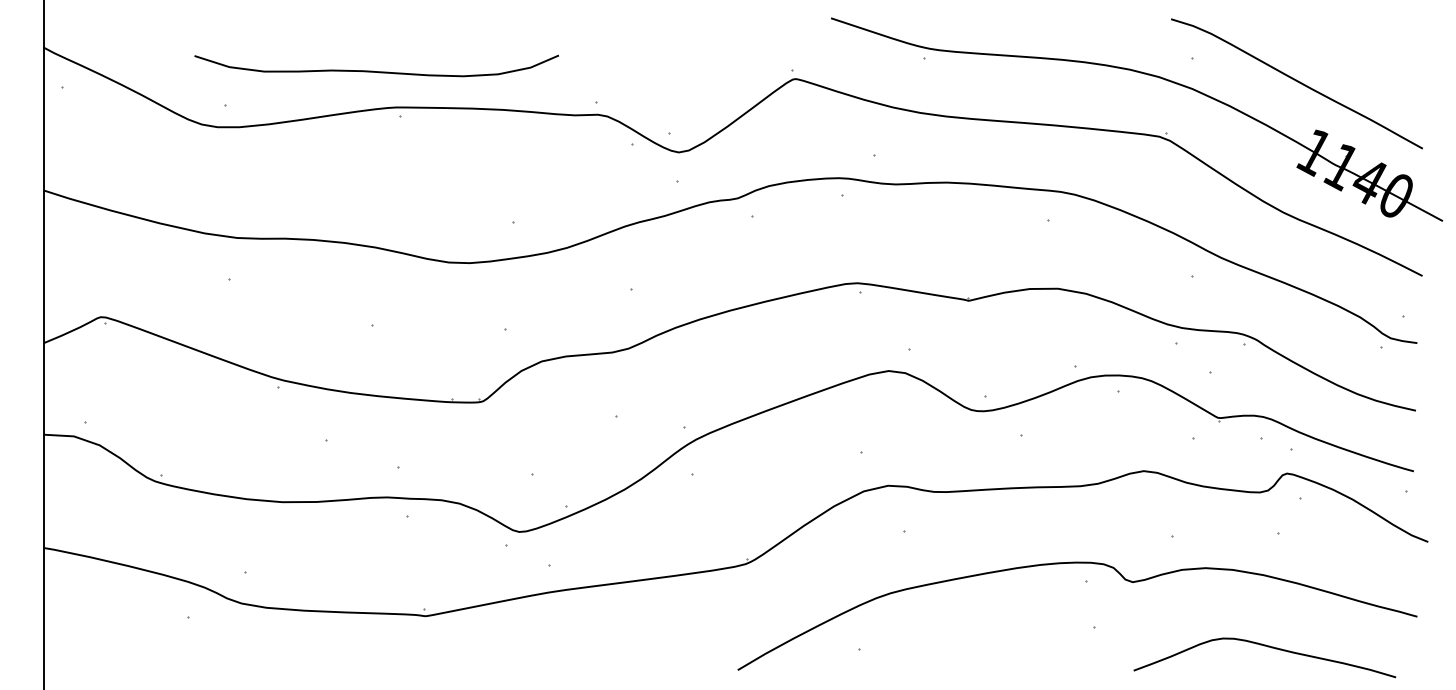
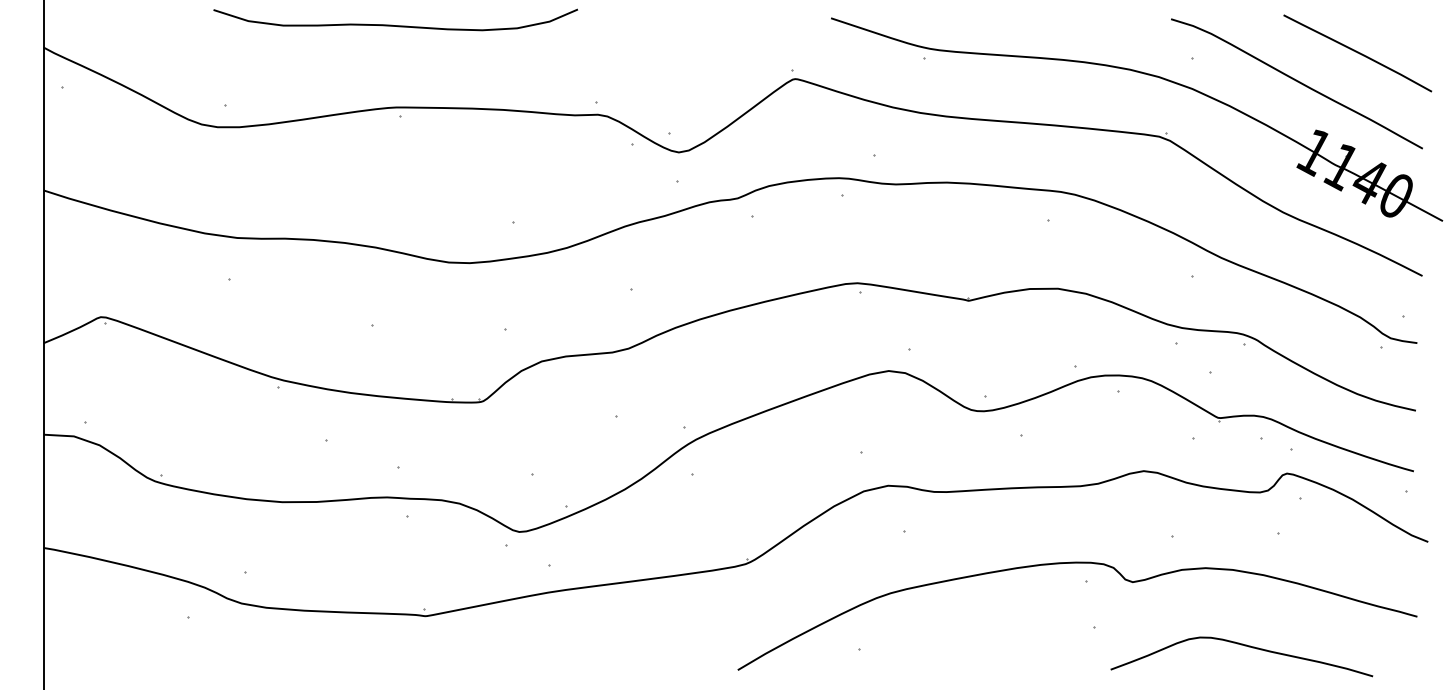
curve at (1357, 53): none -> present
curve at (373, 70) position: (373, 70) -> (392, 24)
curve at (1267, 647) position: (1267, 647) -> (1244, 646)
